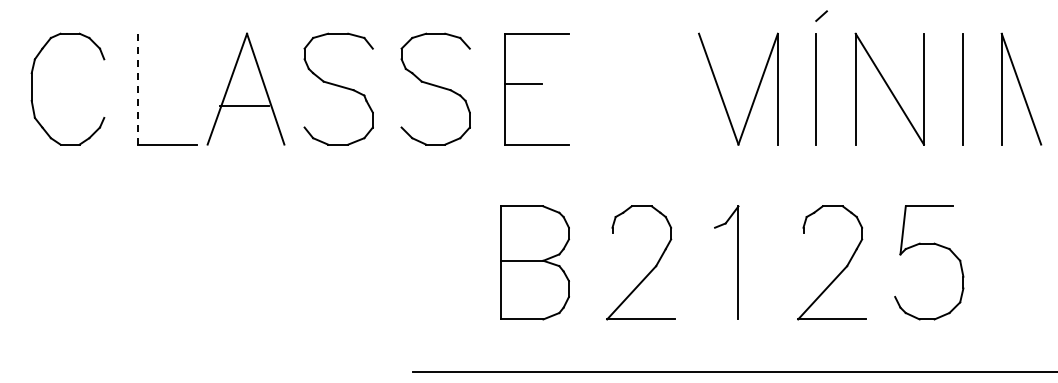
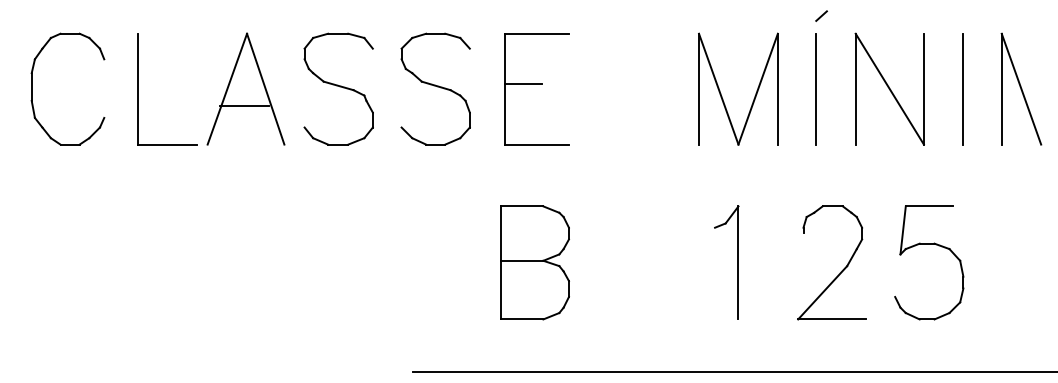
line at (699, 88): none -> present
line at (138, 89): dashed -> solid
part at (649, 271): present -> none
